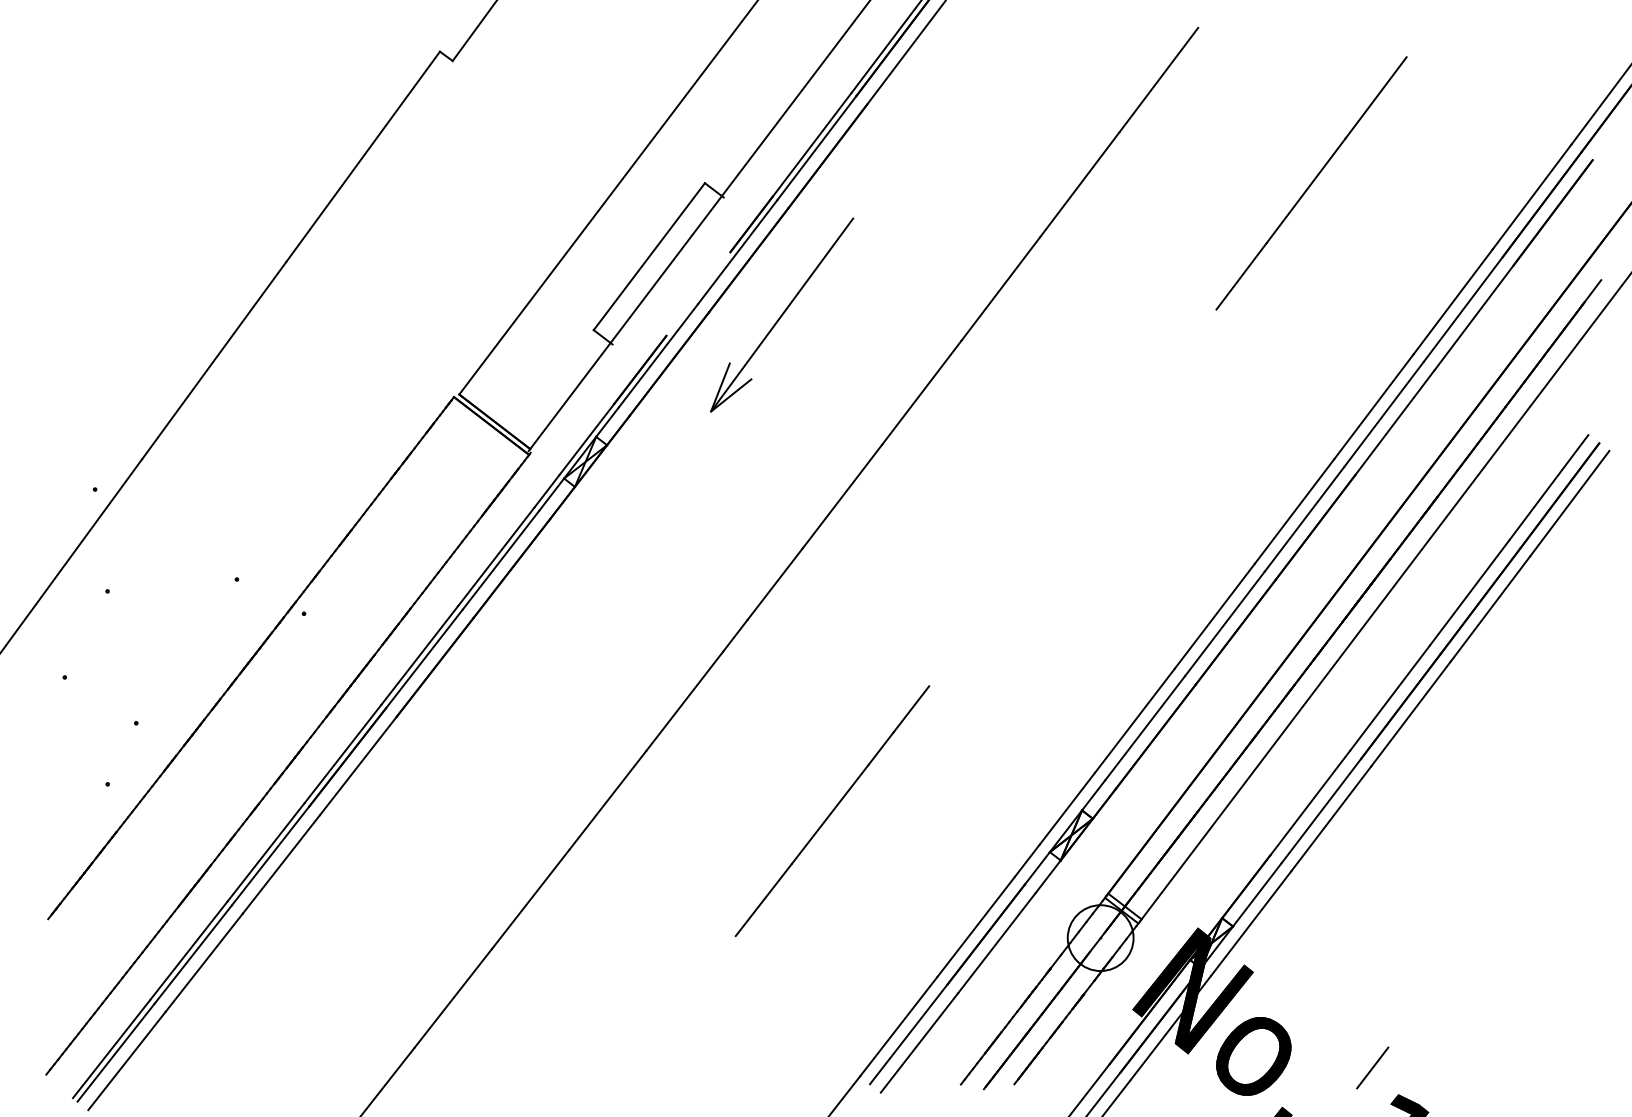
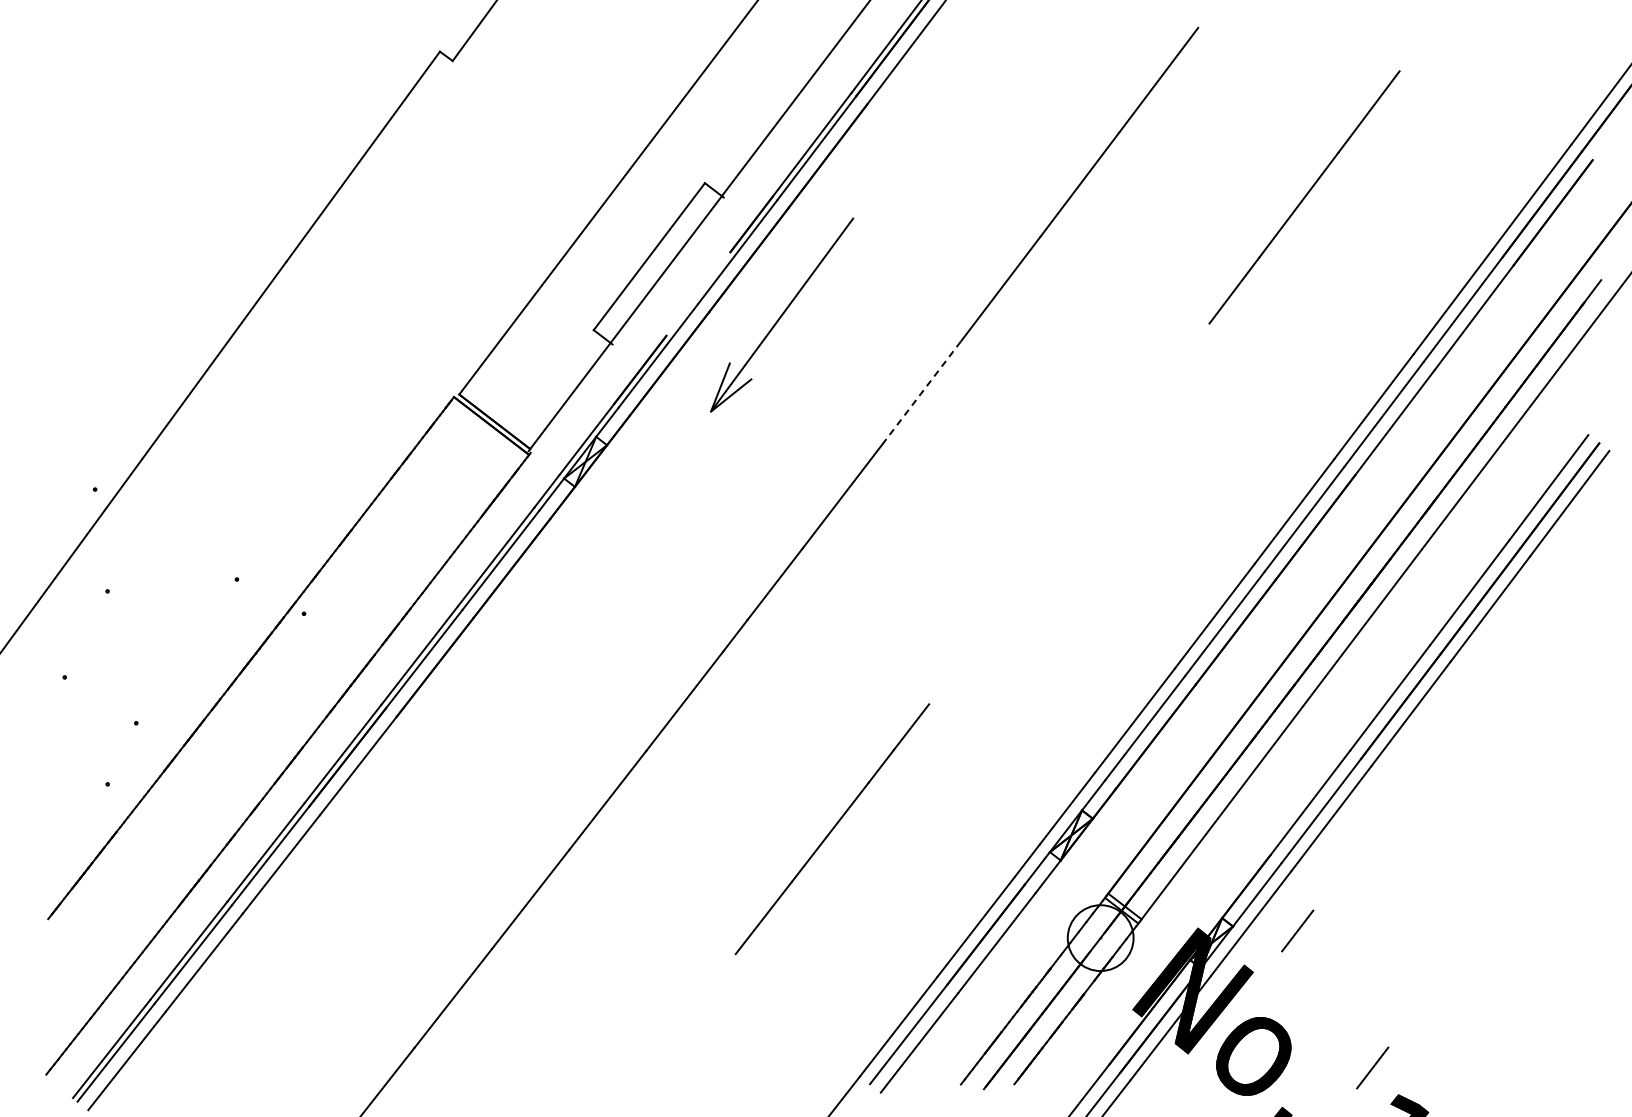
line at (1311, 183) position: (1311, 183) -> (1304, 197)
line at (922, 392): solid -> dashed
line at (832, 811) position: (832, 811) -> (832, 829)
line at (1297, 930): none -> present
